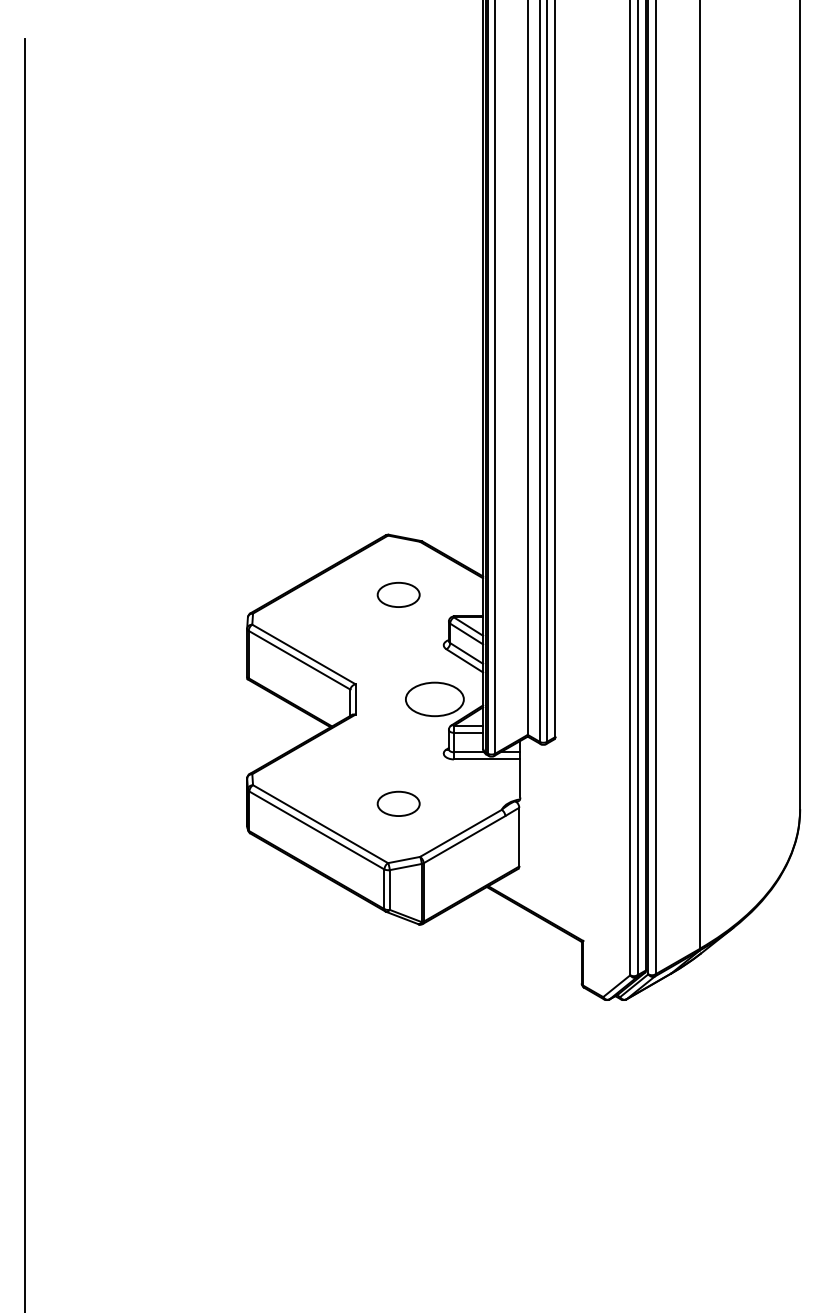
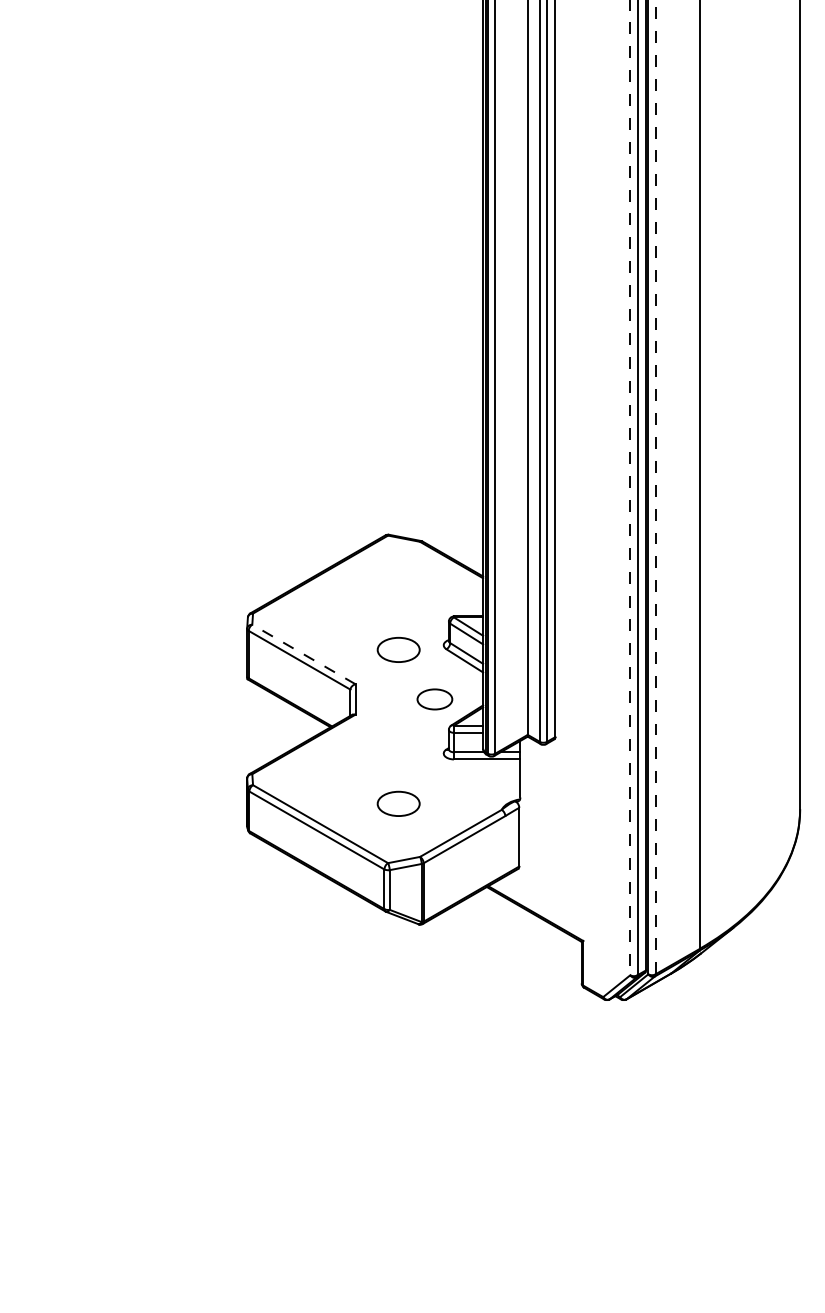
line at (655, 487): solid -> dashed
line at (630, 488): solid -> dashed
part at (398, 594) position: (398, 594) -> (398, 649)
line at (303, 654): solid -> dashed
line at (24, 674): present -> none
part at (434, 699) size: 60x37 px -> 38x23 px
